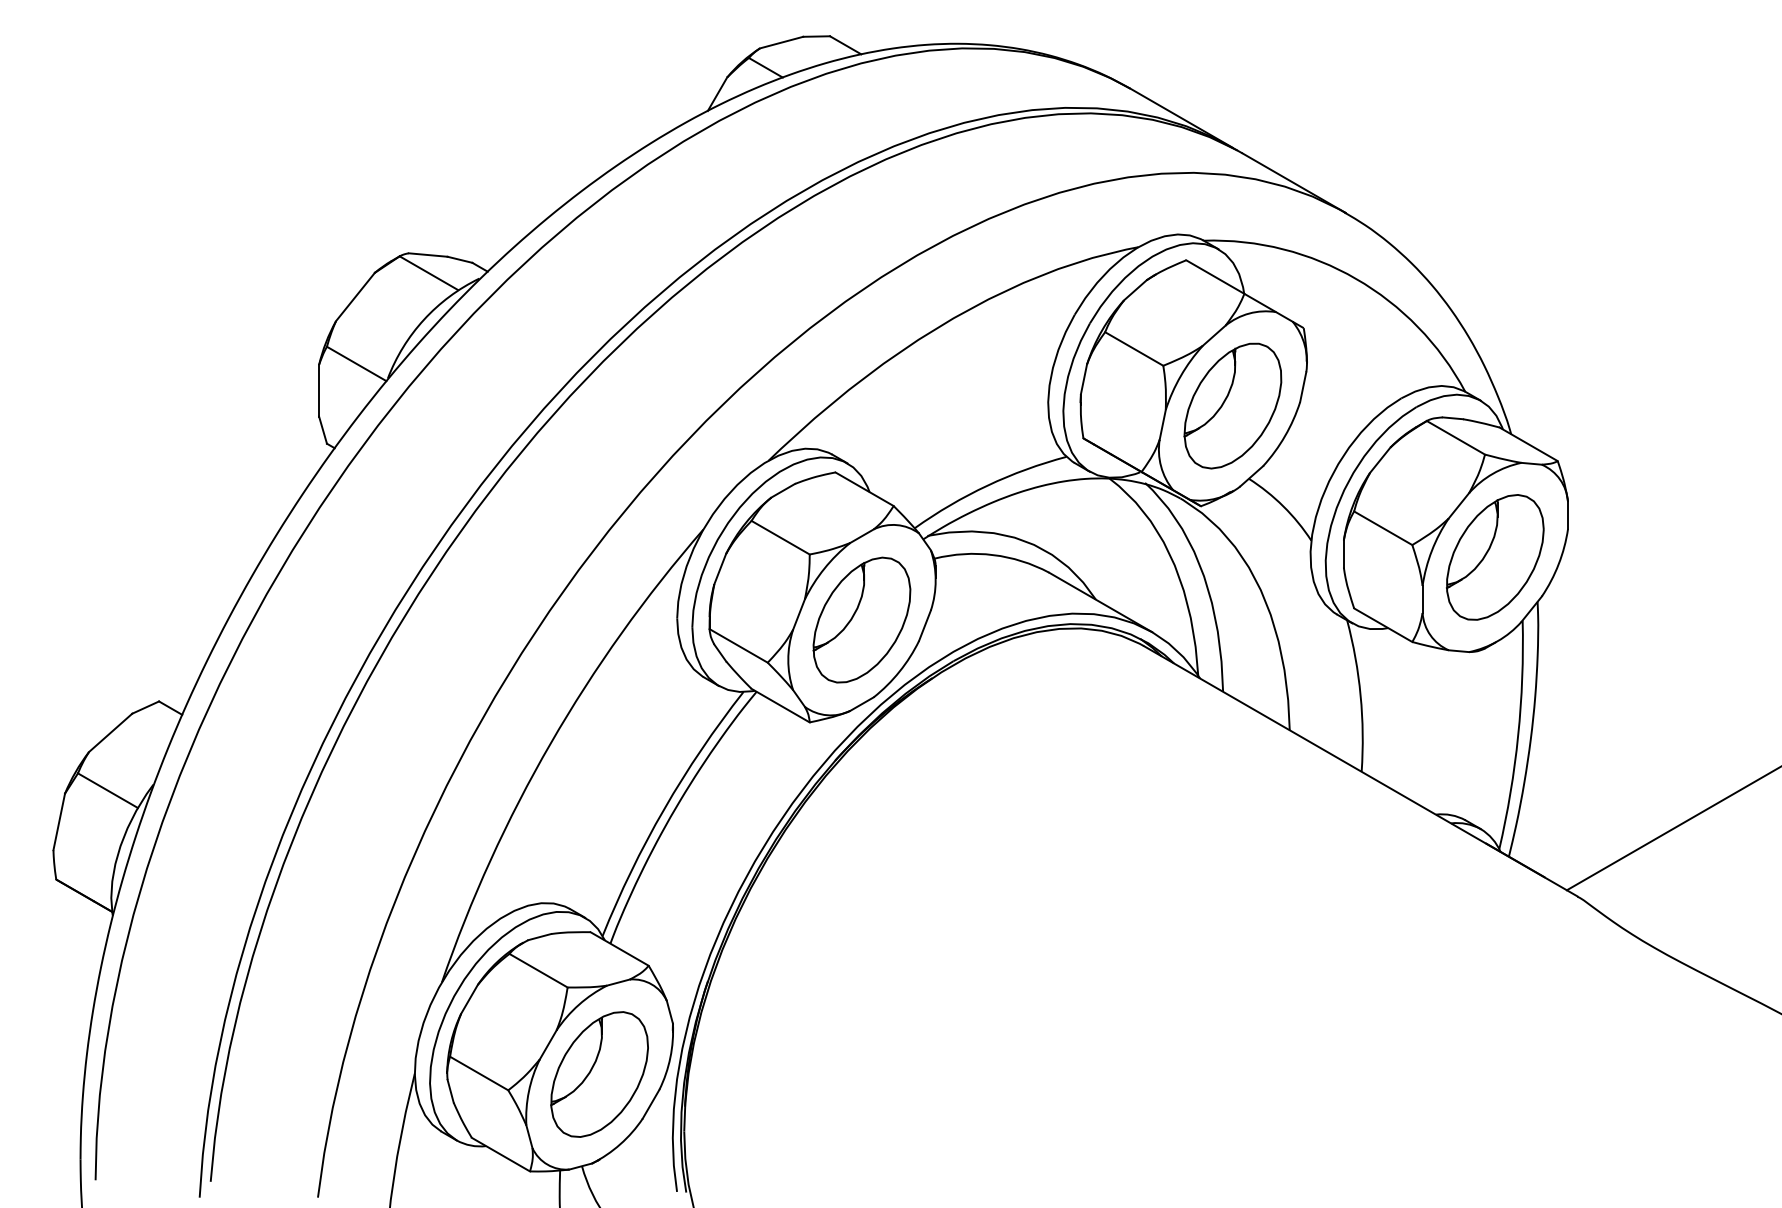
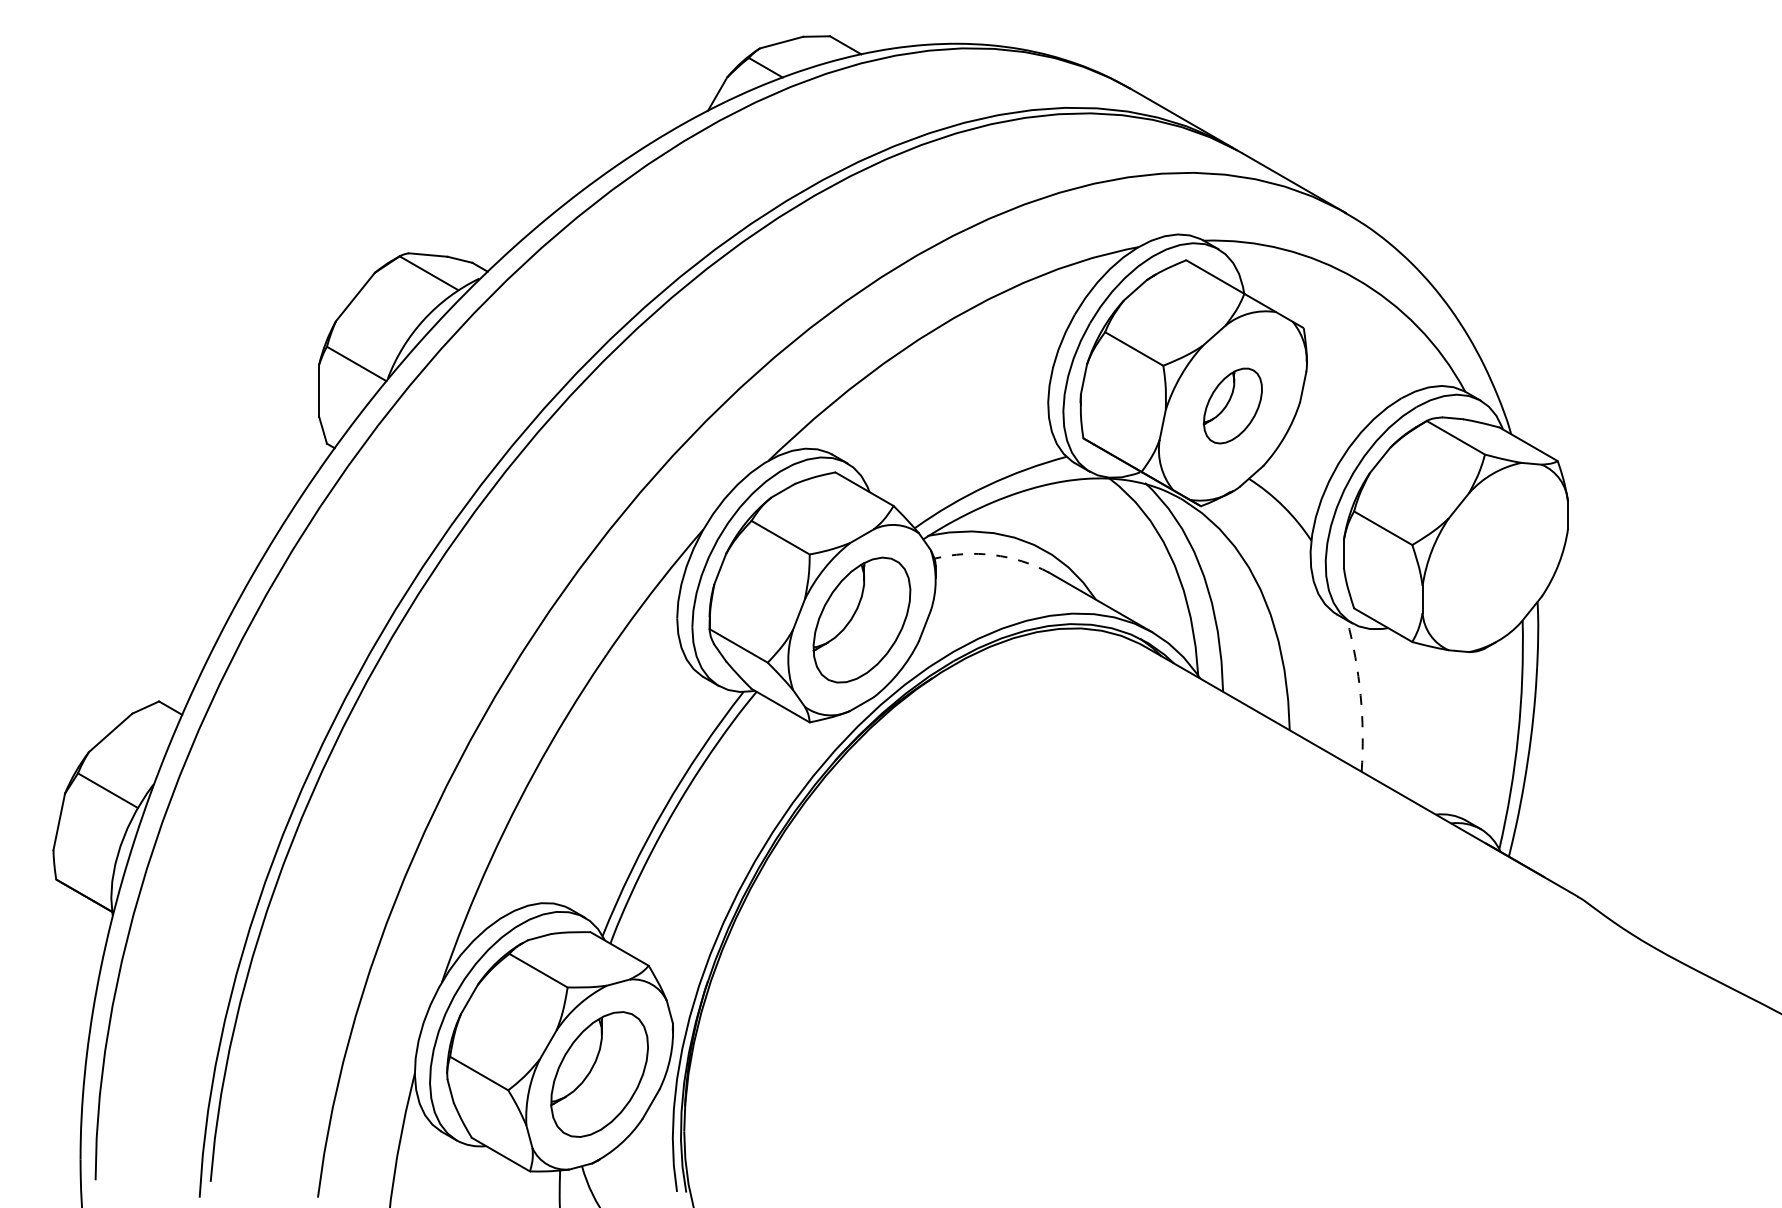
part at (1232, 405) size: 100x128 px -> 61x78 px
arc at (993, 555): solid -> dashed
part at (1495, 557): present -> none
arc at (1360, 695): solid -> dashed
line at (1672, 829): present -> none
